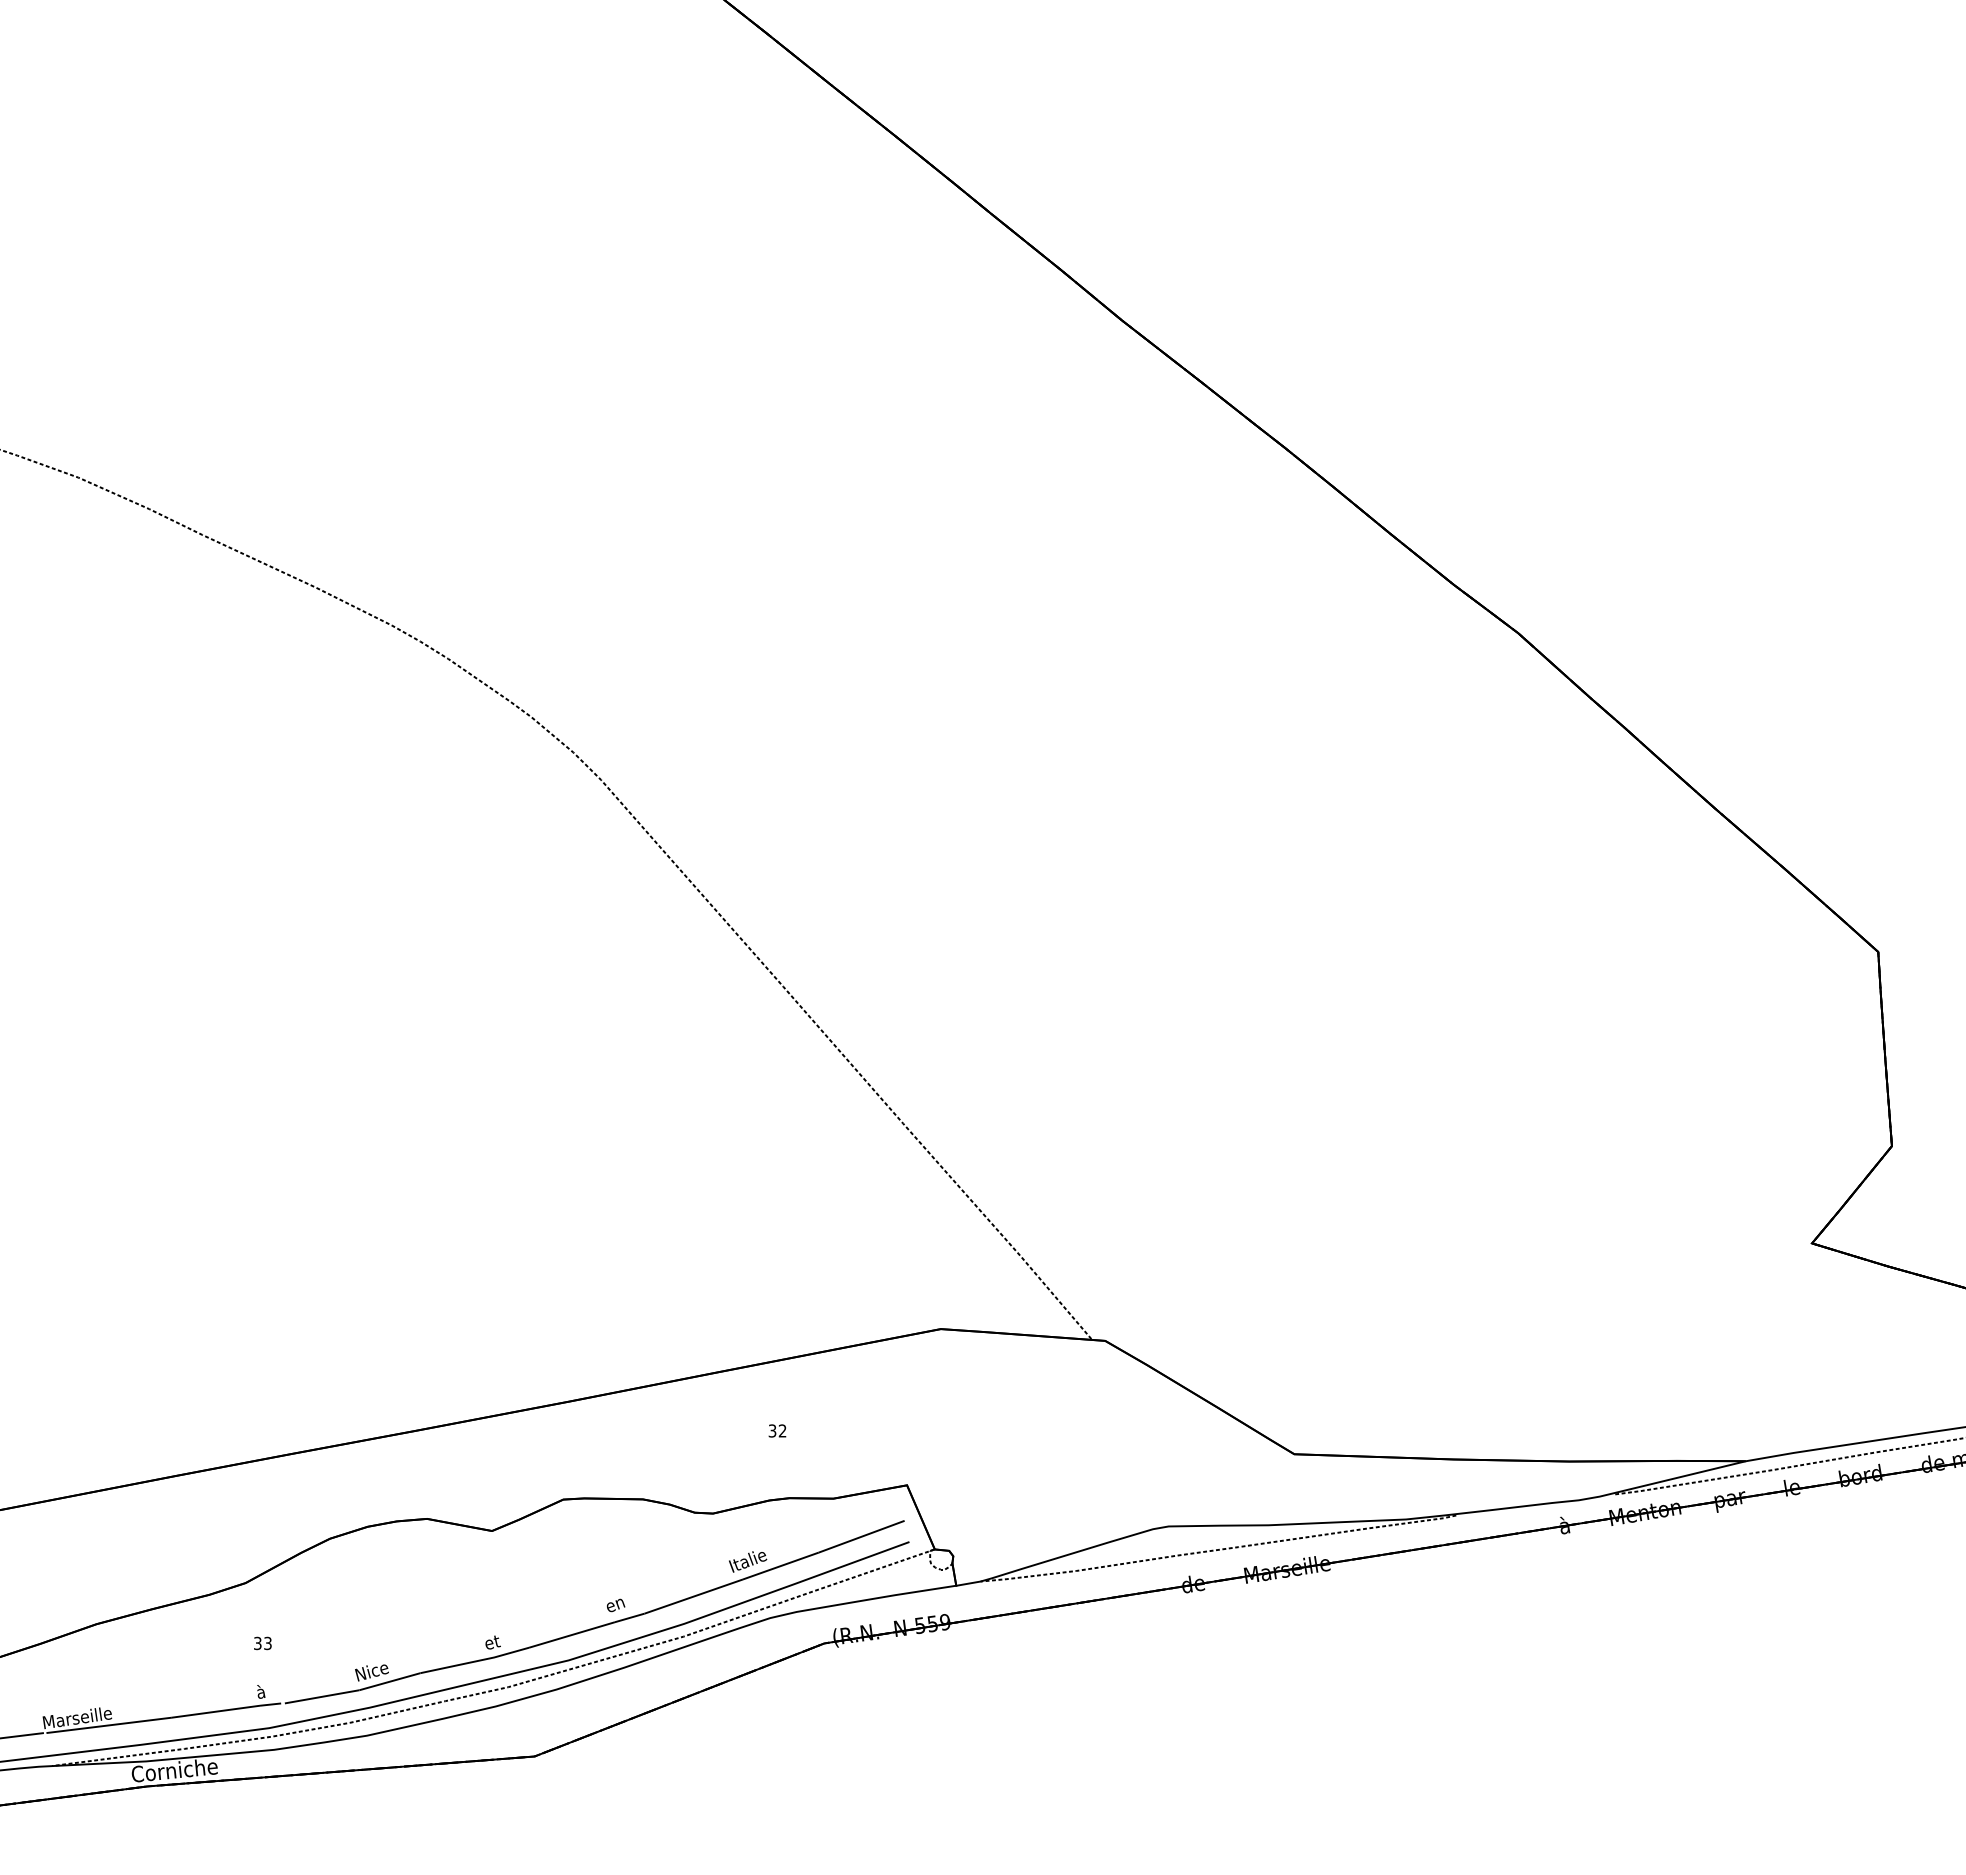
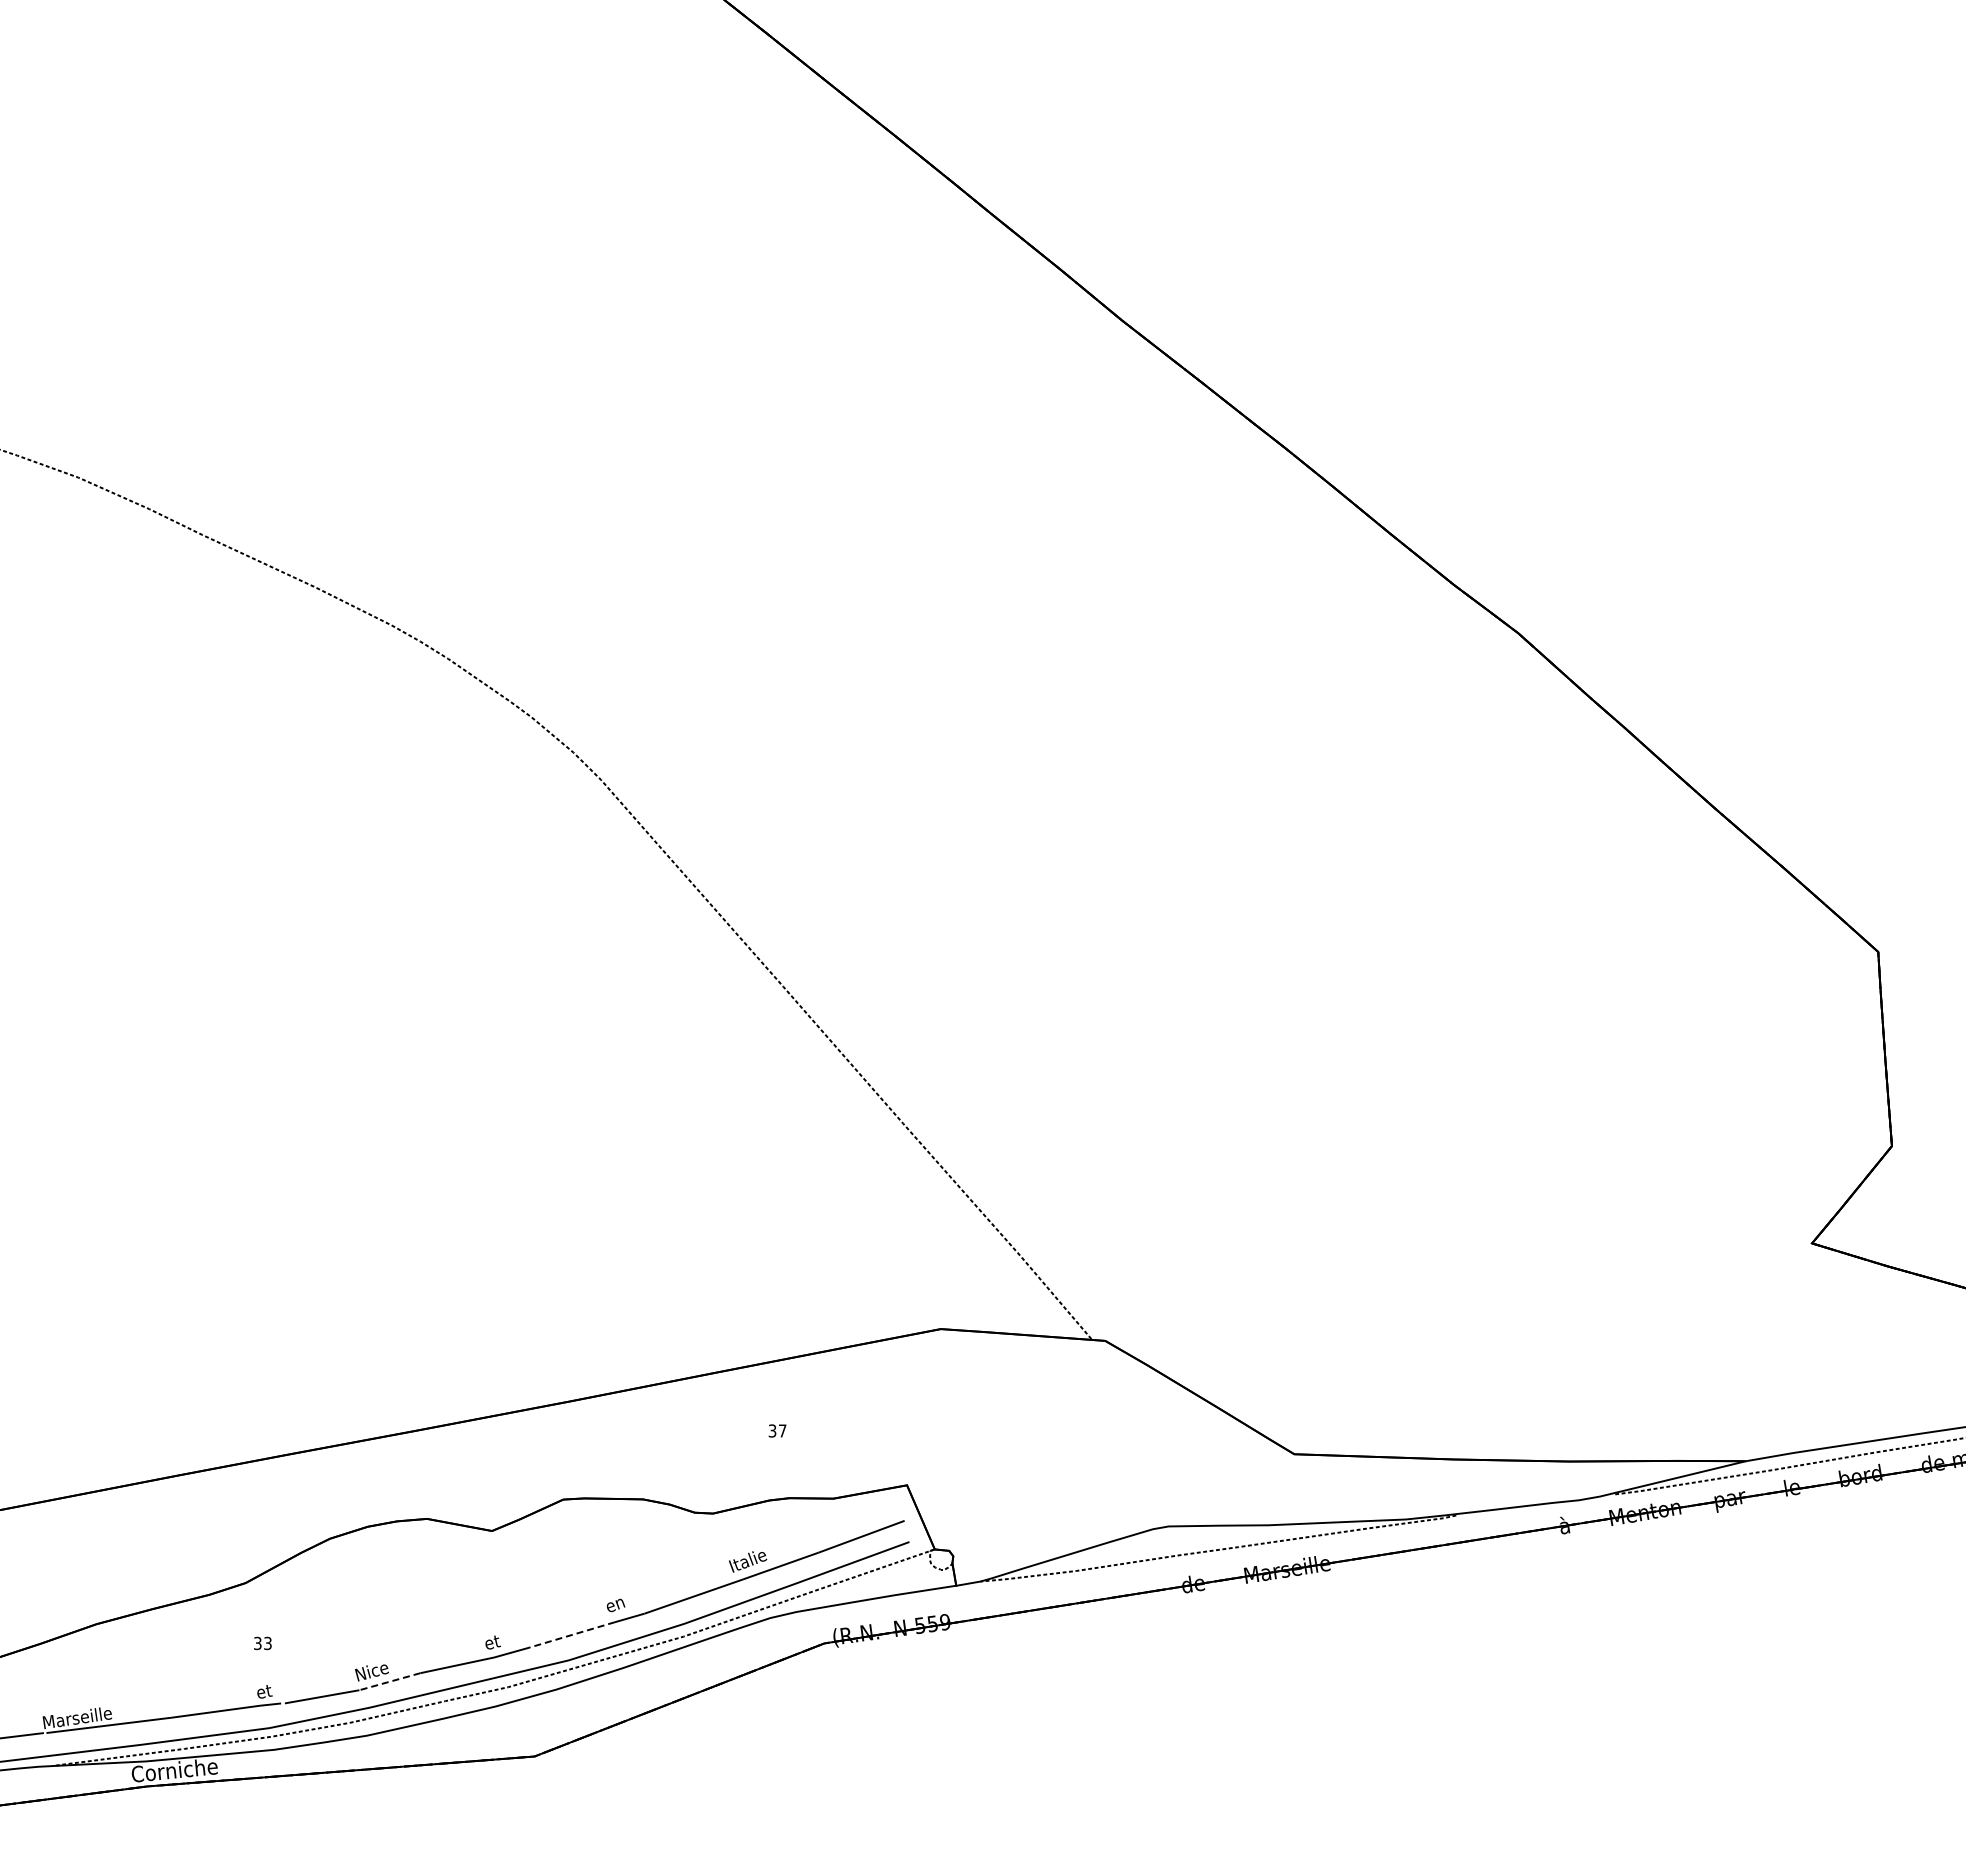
text at (782, 1430): 32 -> 37
line at (571, 1634): solid -> dashed
line at (389, 1681): solid -> dashed
text at (264, 1691): à -> et
